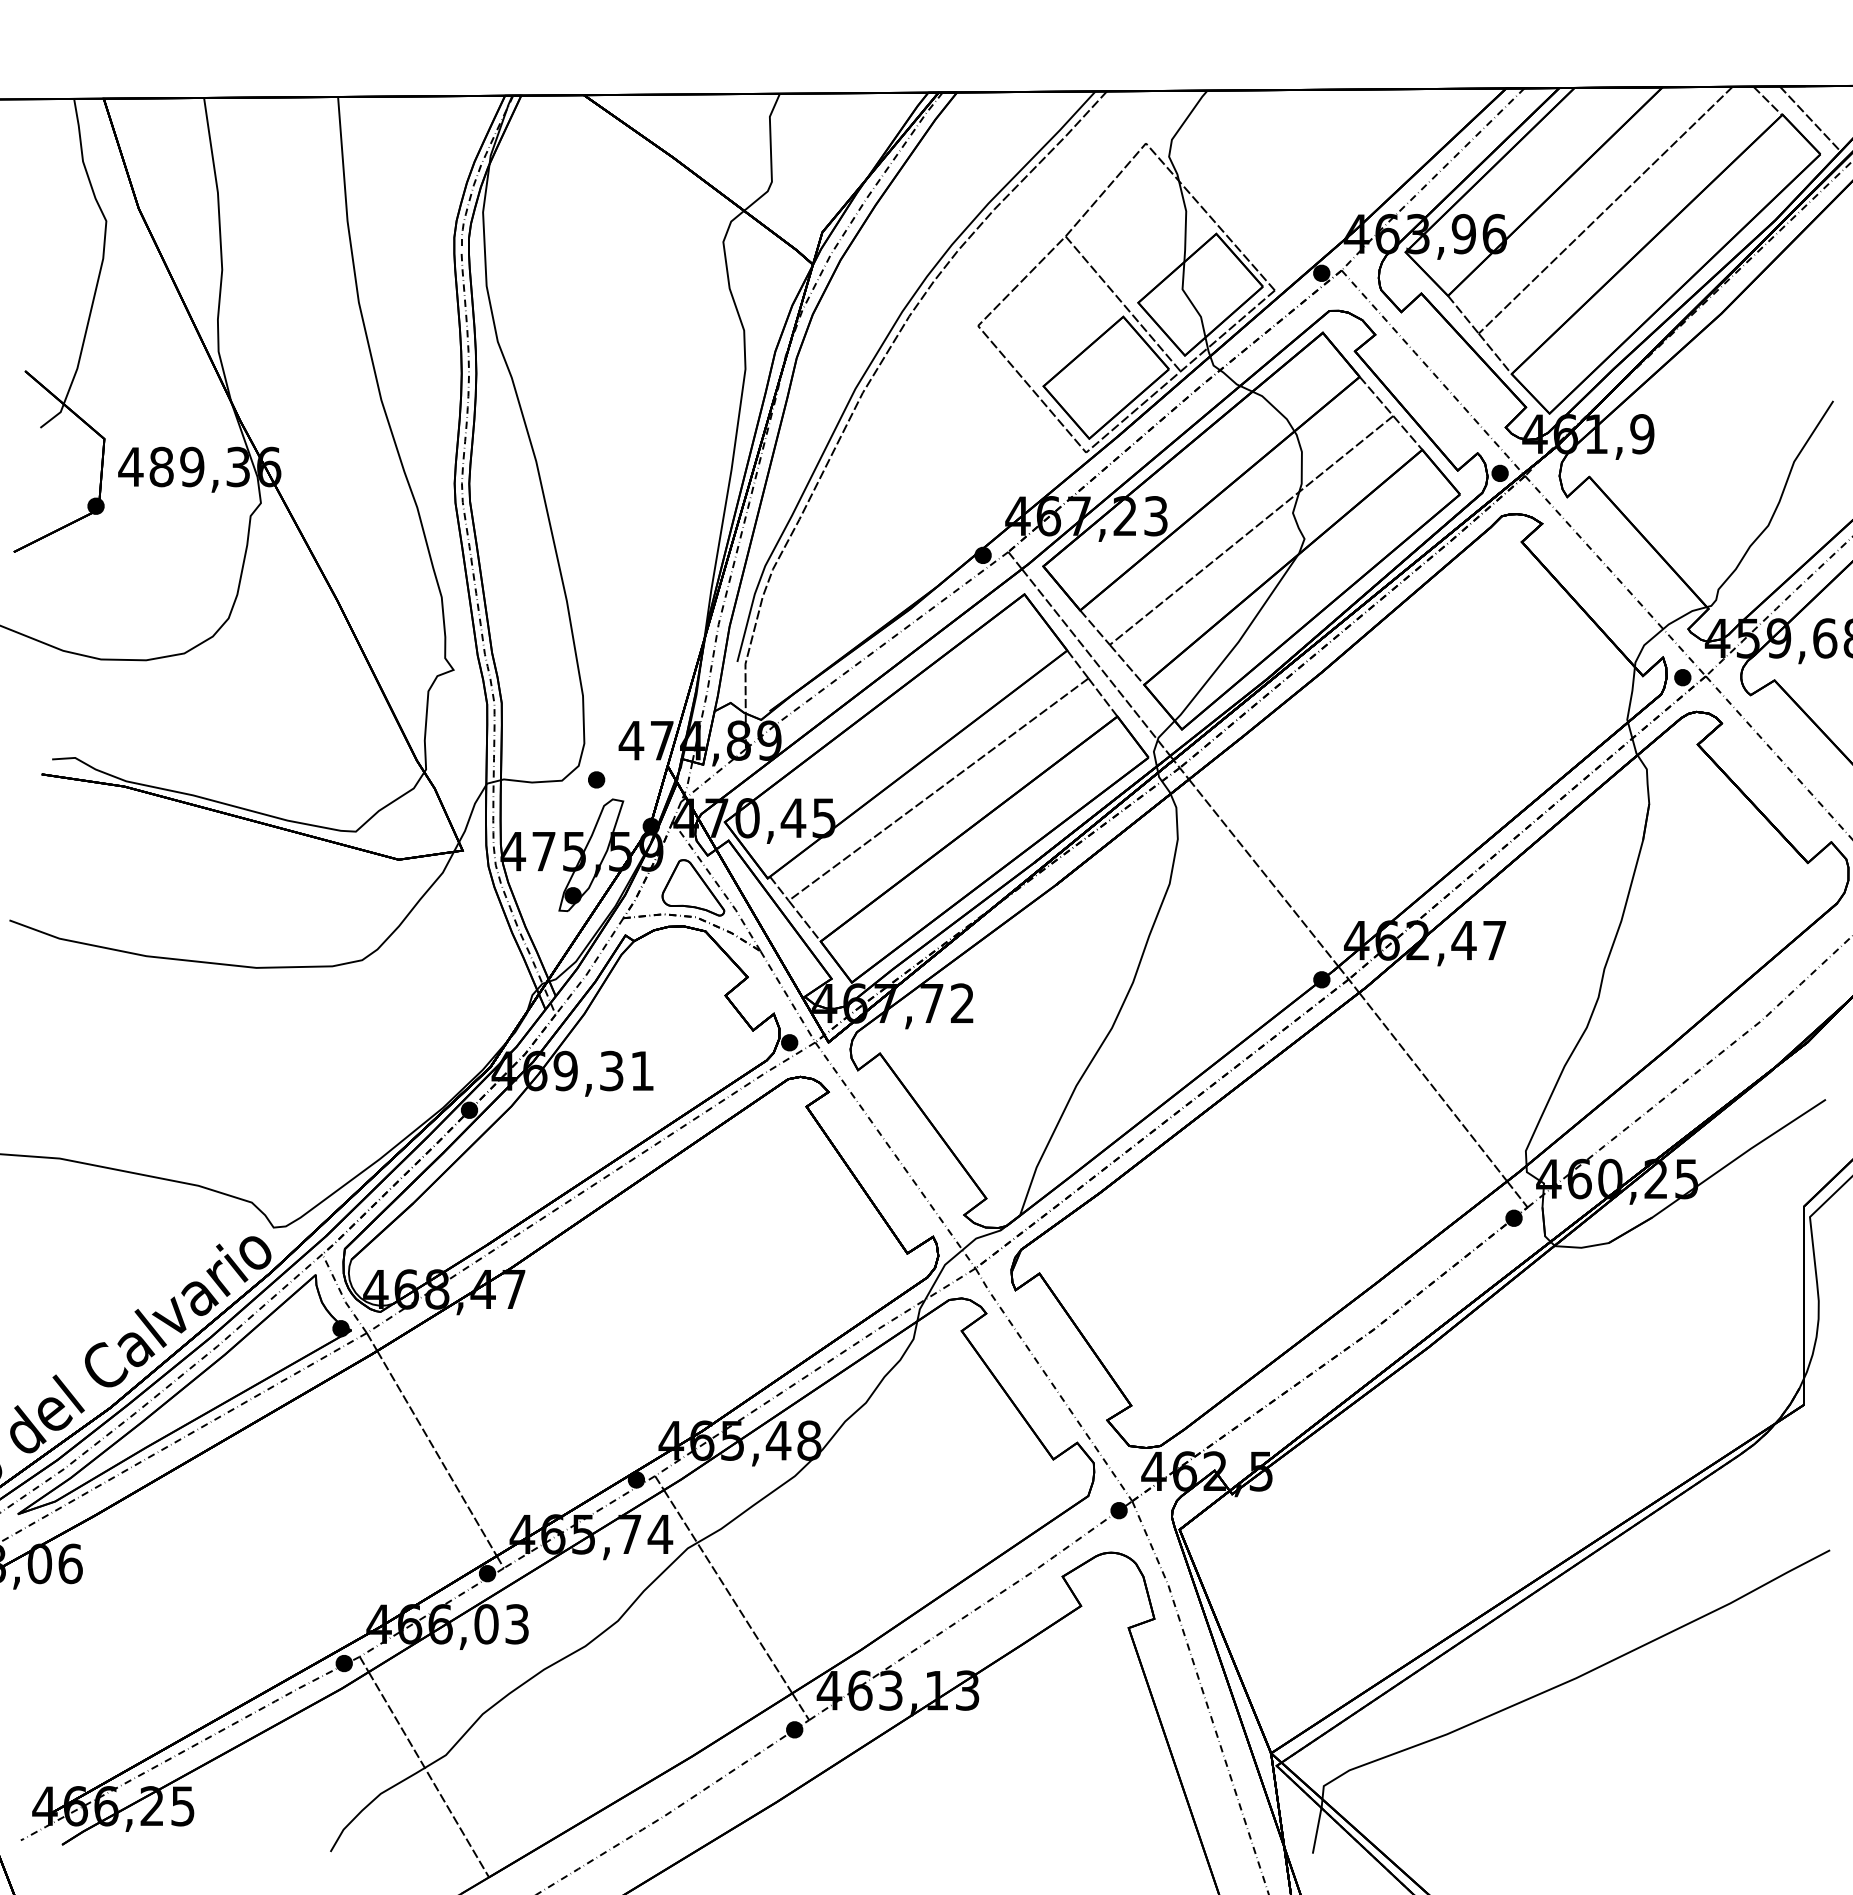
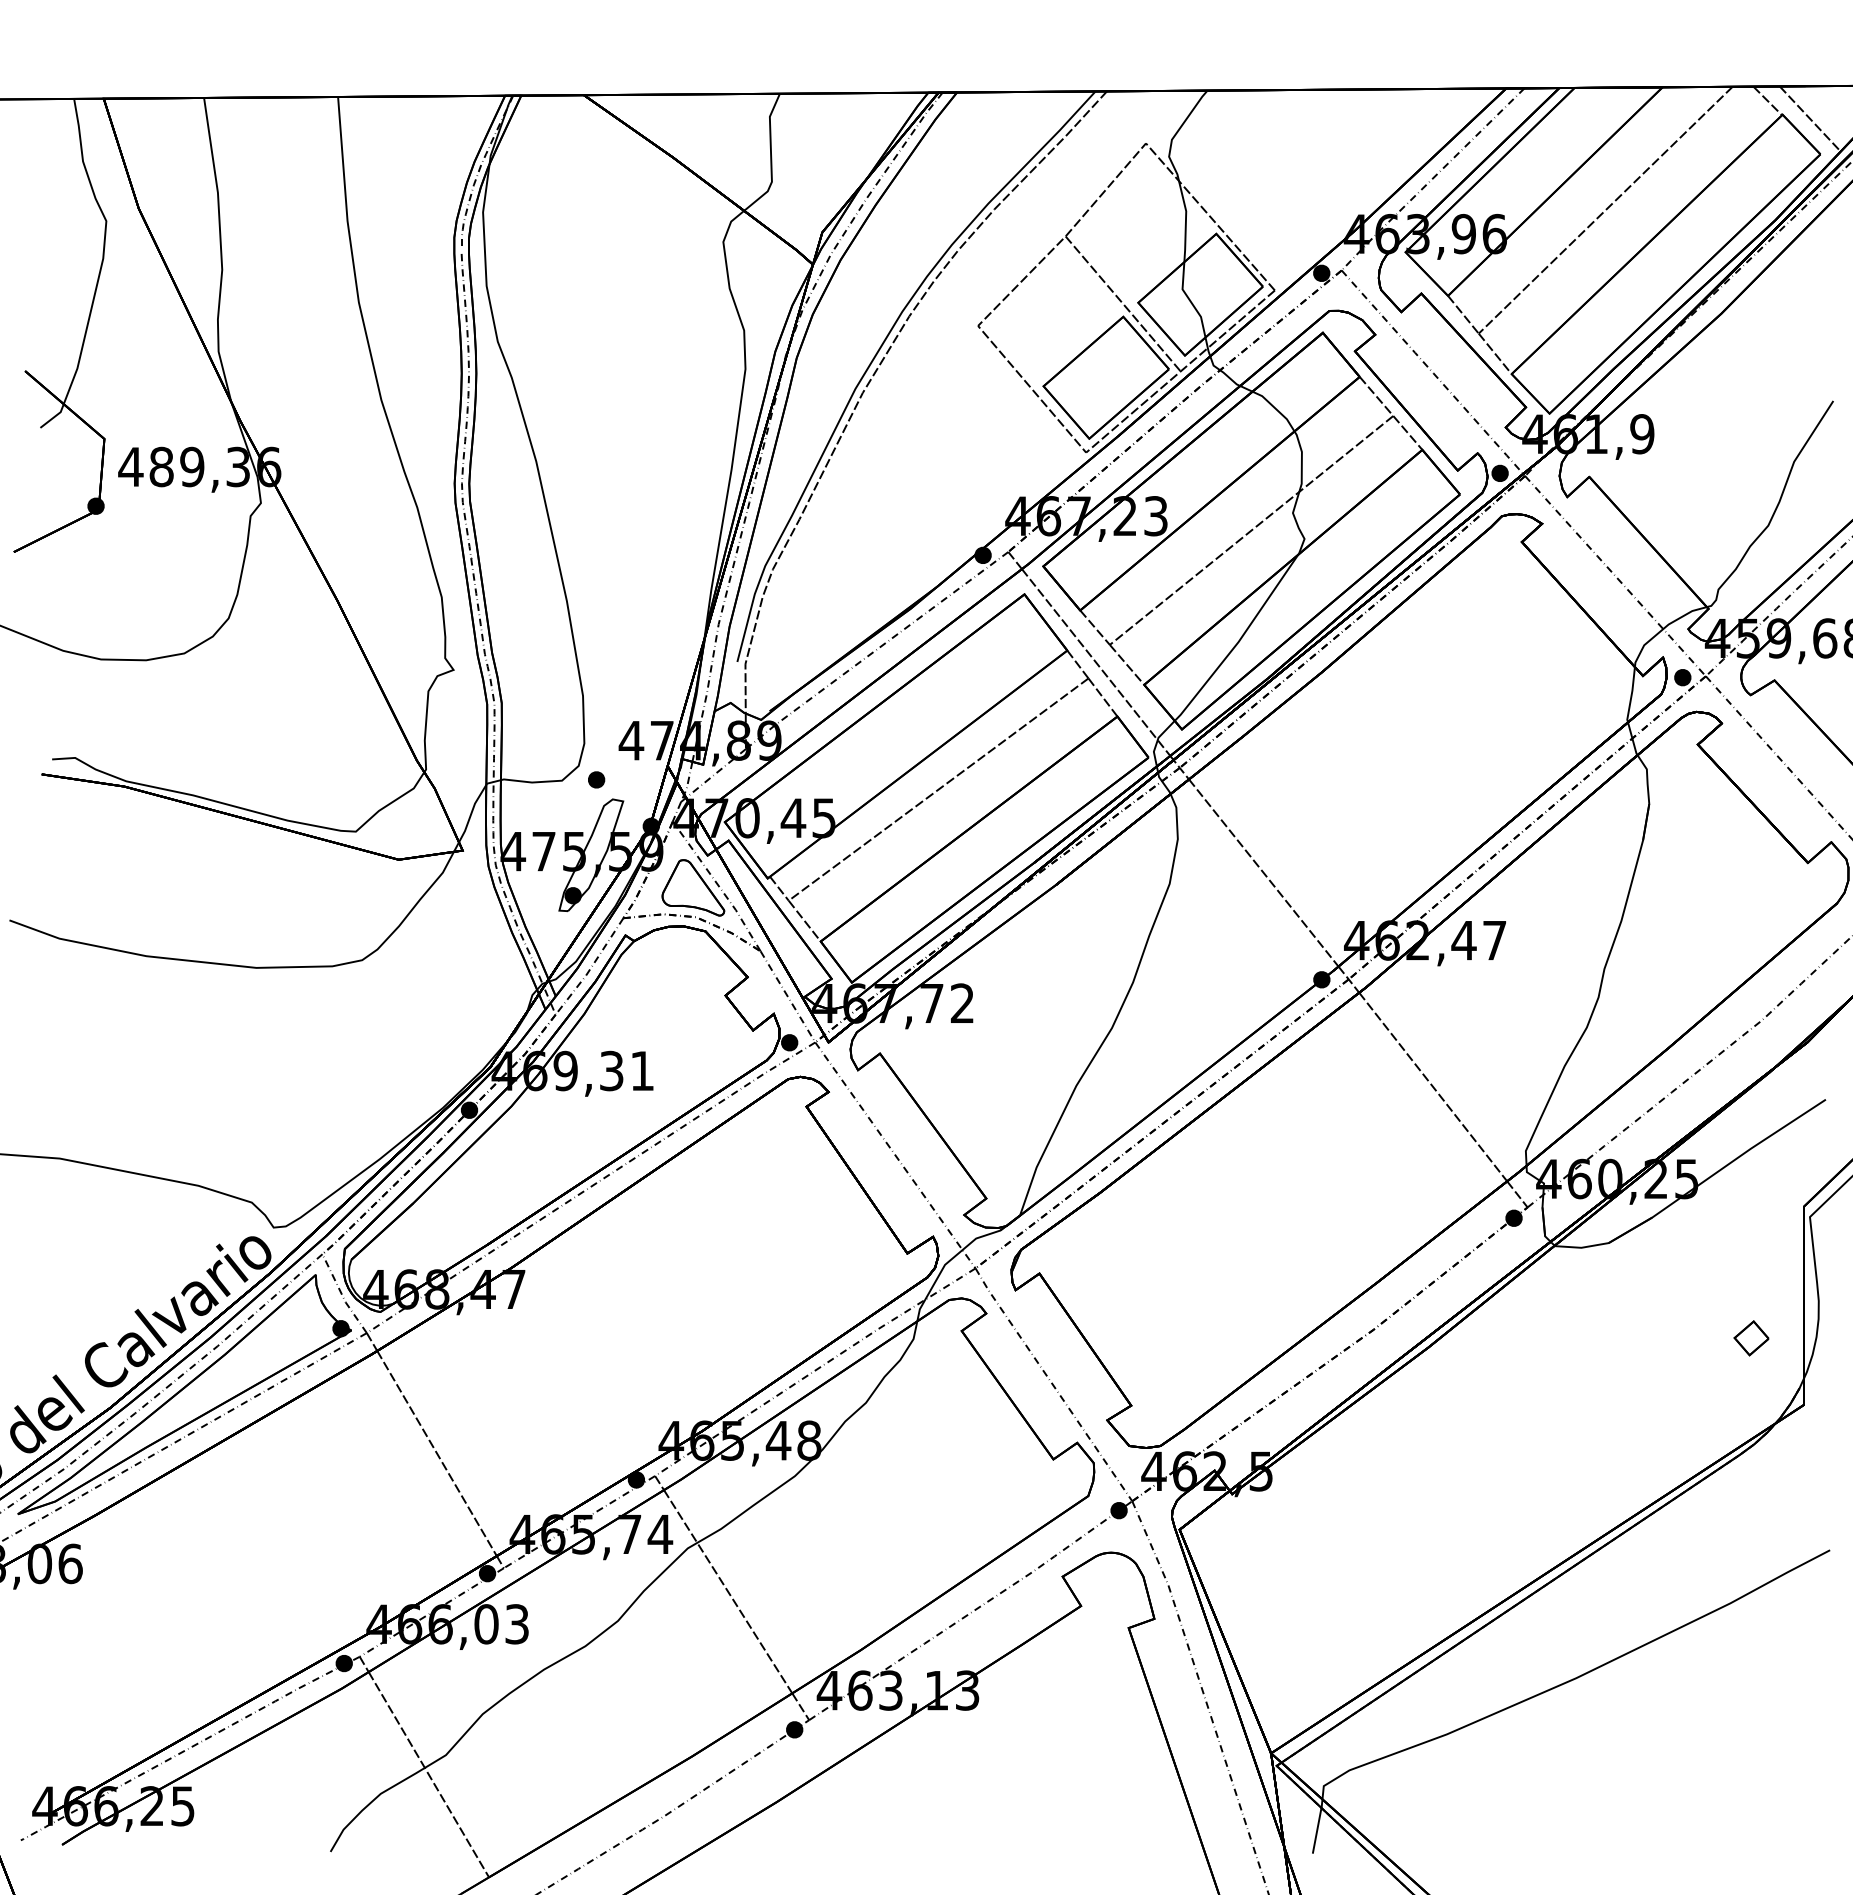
part at (1751, 1338): none -> present
